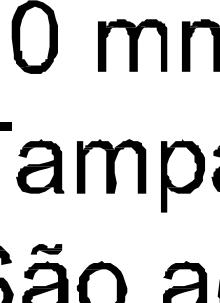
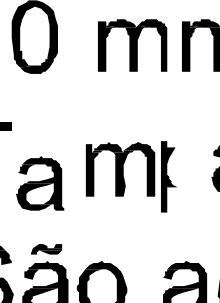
part at (40, 166) position: (40, 166) -> (40, 183)
part at (111, 166) position: (111, 166) -> (120, 169)
fill at (186, 166): present -> none
